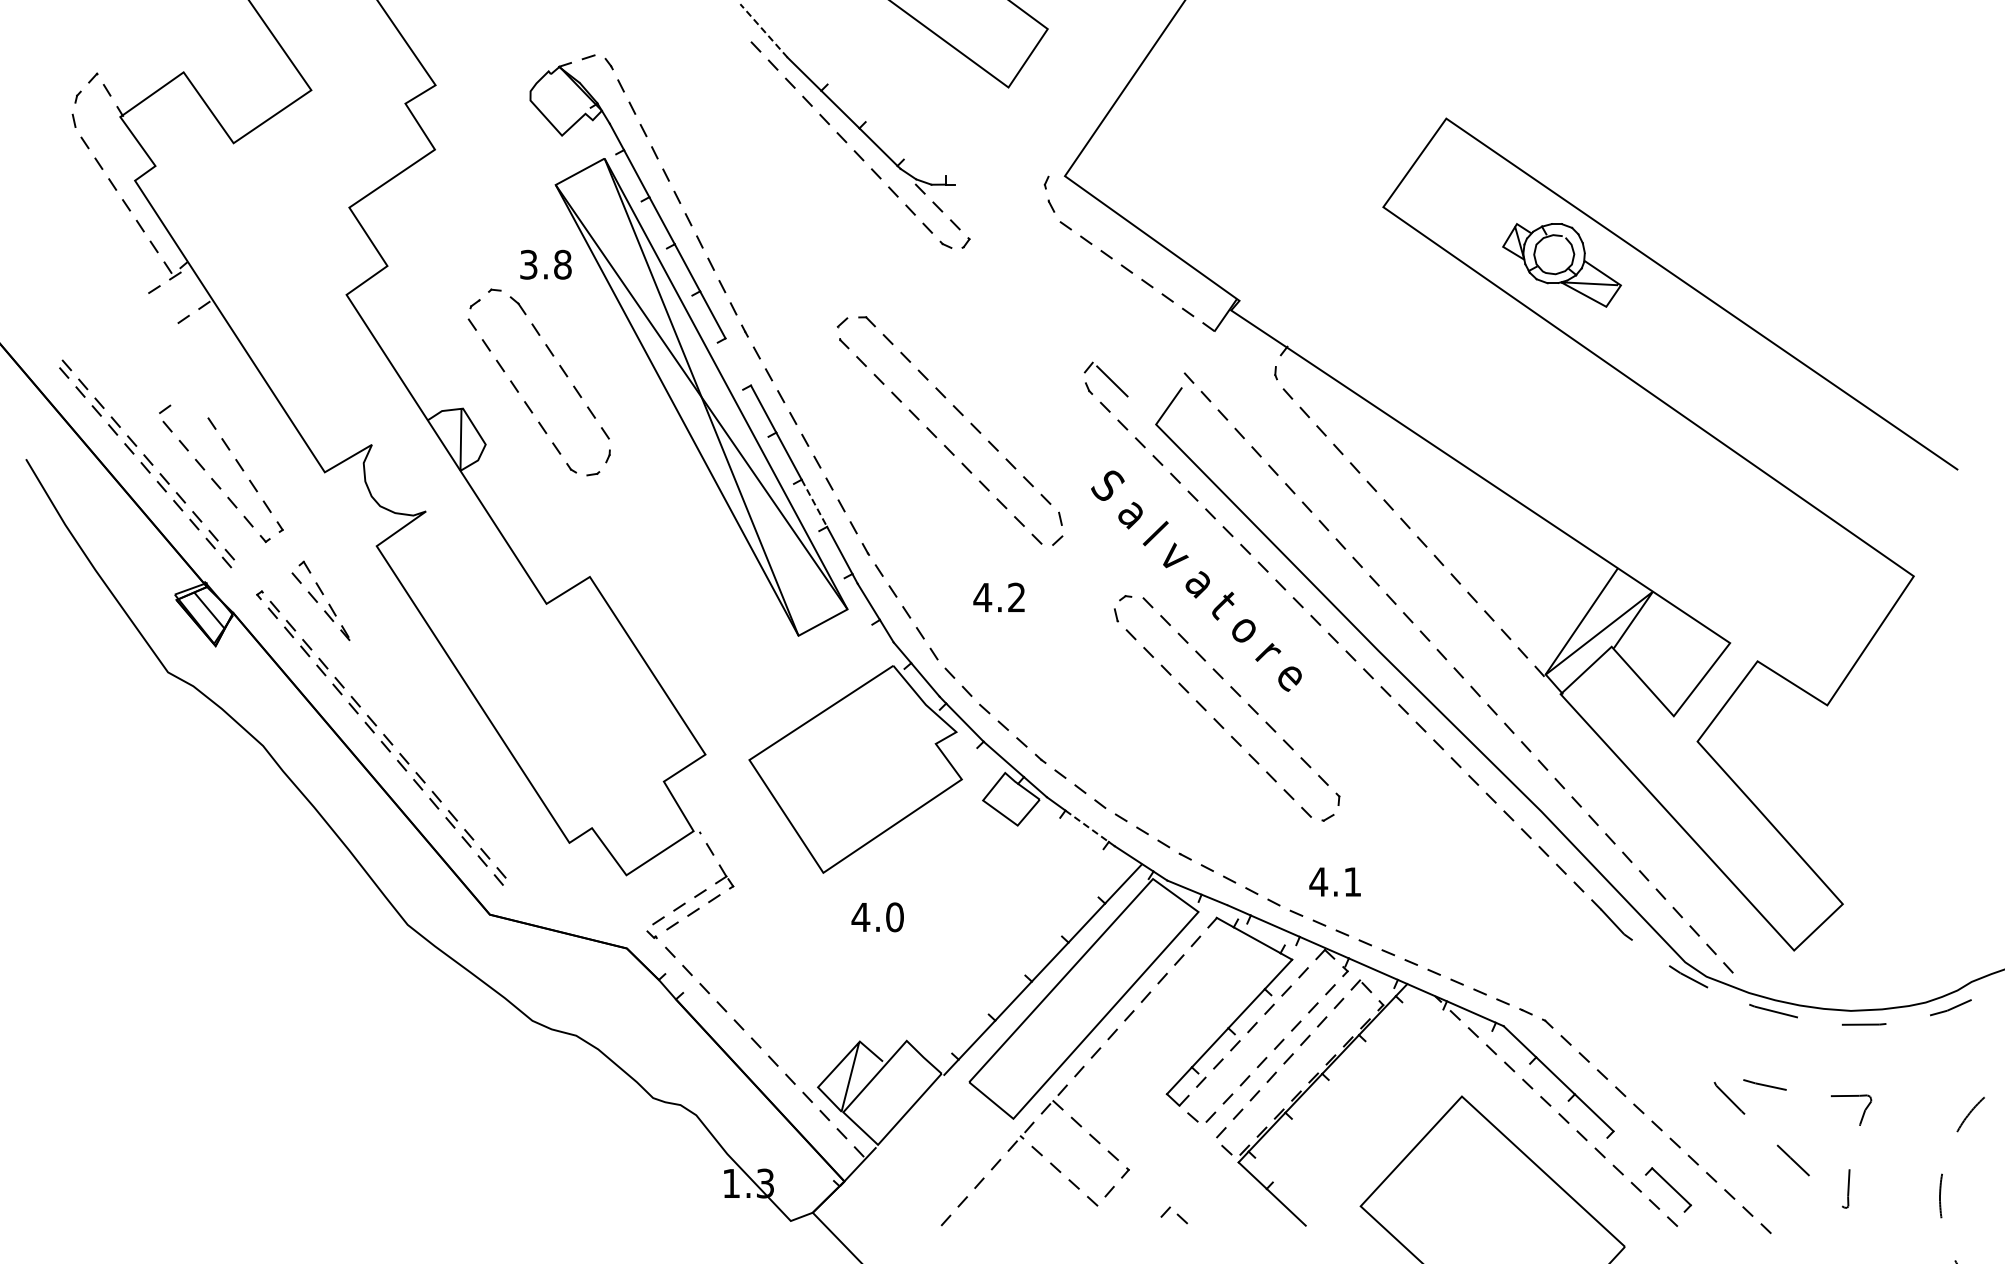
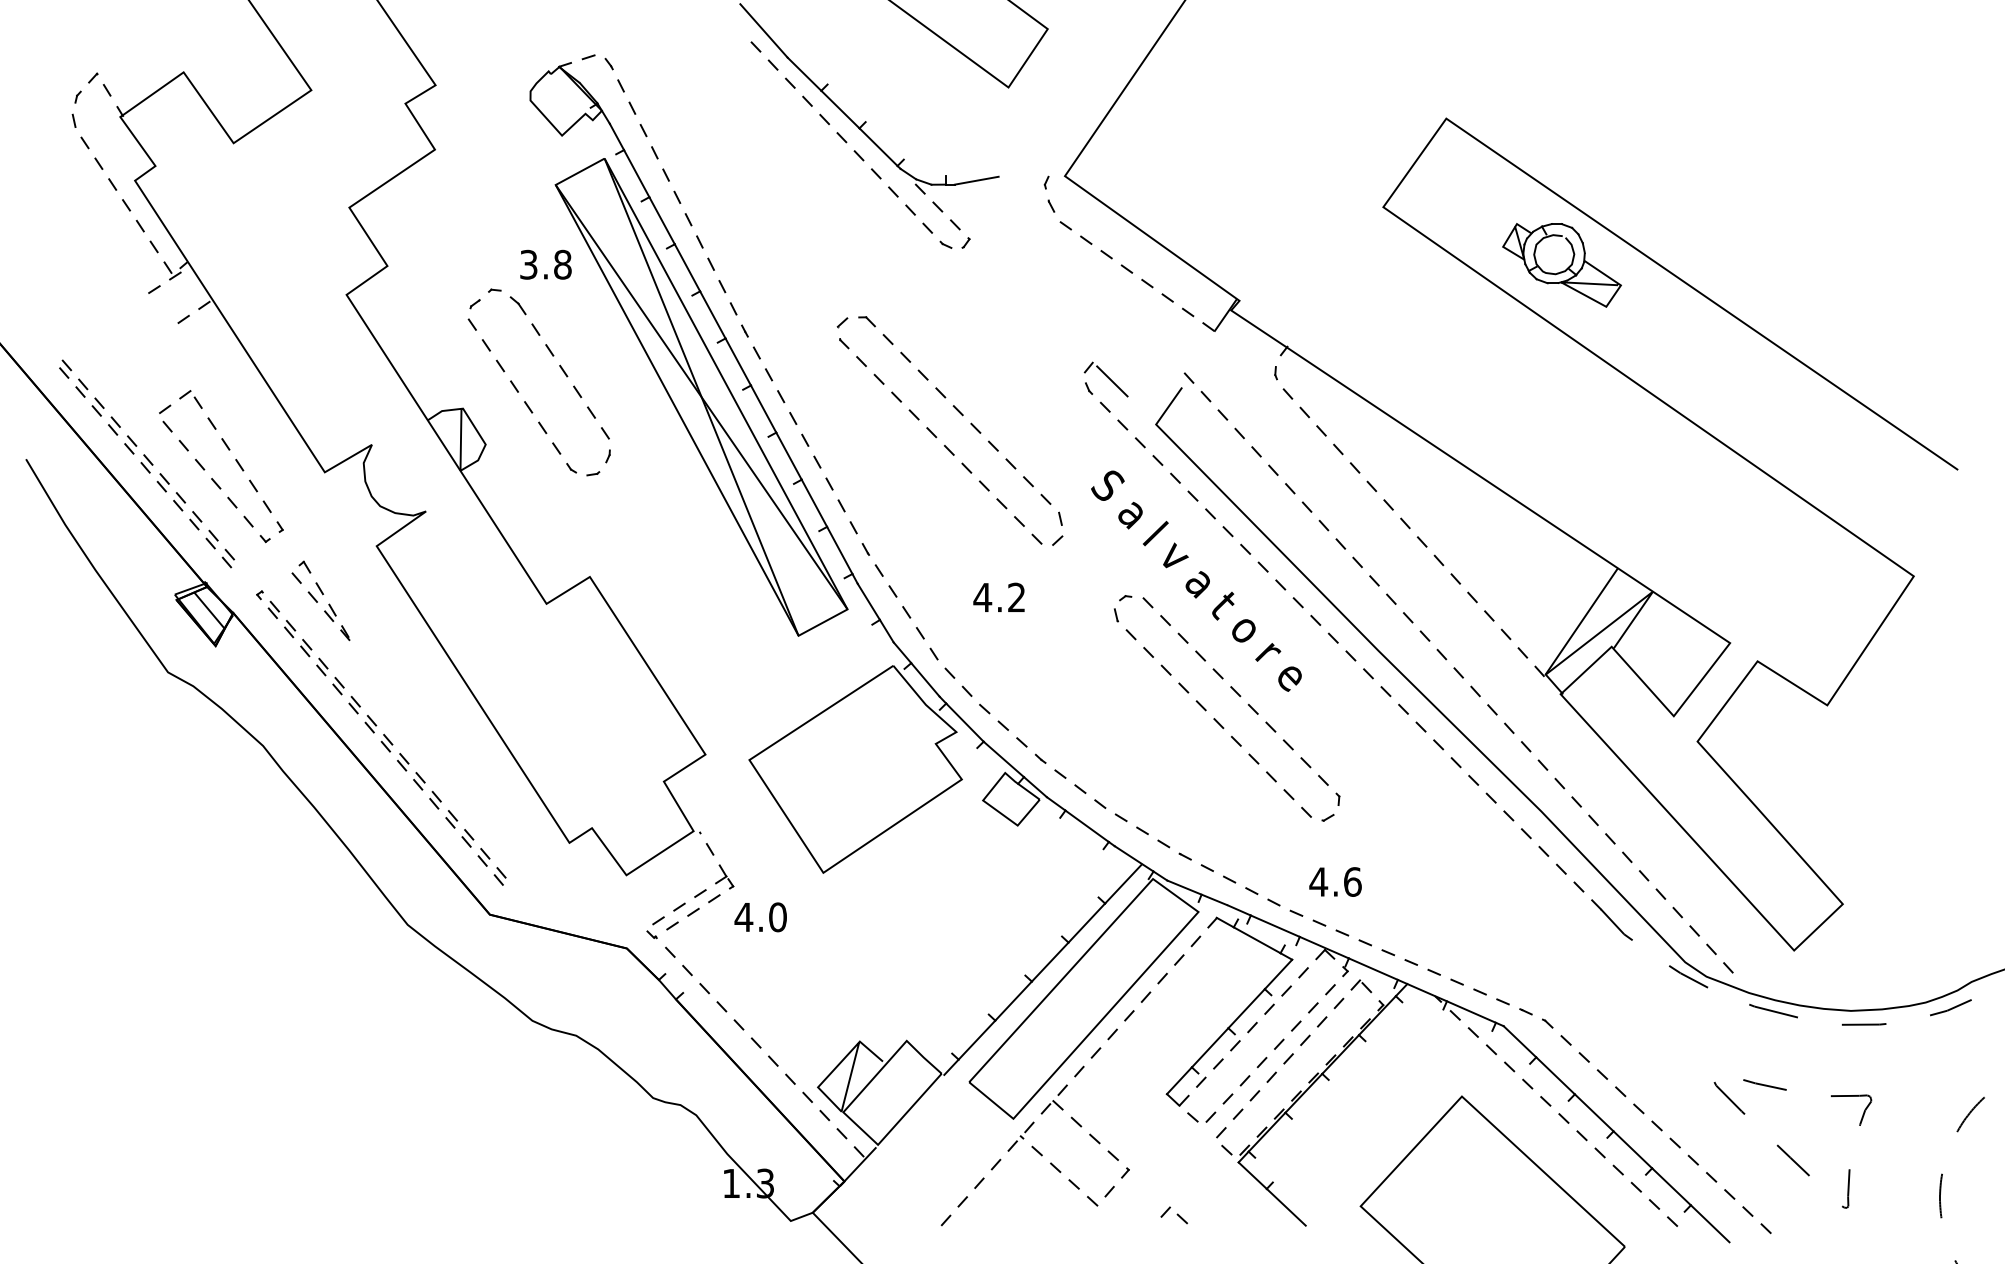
line at (764, 30): dashed -> solid
line at (976, 180): none -> present
line at (737, 361): none -> present
part at (190, 399): none -> present
line at (814, 503): dashed -> solid
line at (1087, 826): dashed -> solid
text at (1352, 881): 4.1 -> 4.6
text at (877, 917) position: (877, 917) -> (760, 917)
line at (1632, 1149): none -> present
line at (1709, 1223): none -> present
